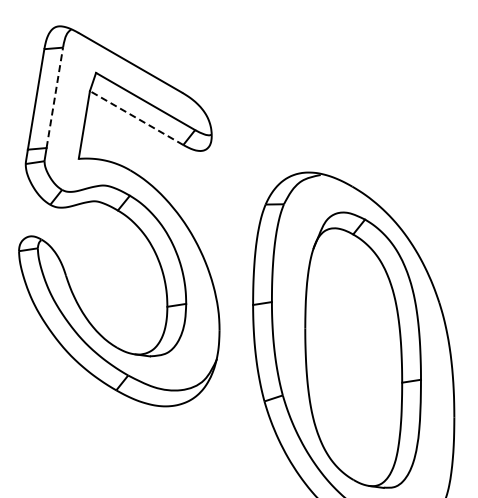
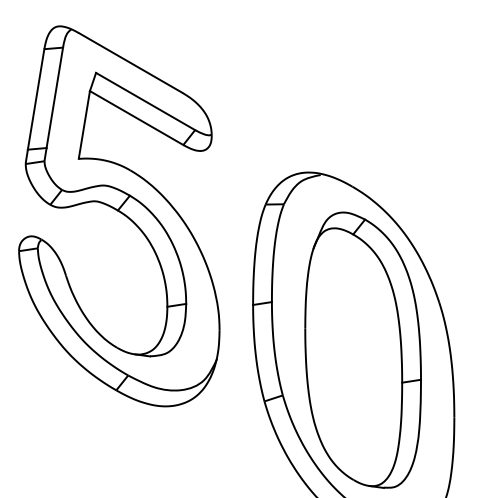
line at (54, 97): dashed -> solid
line at (136, 118): dashed -> solid
